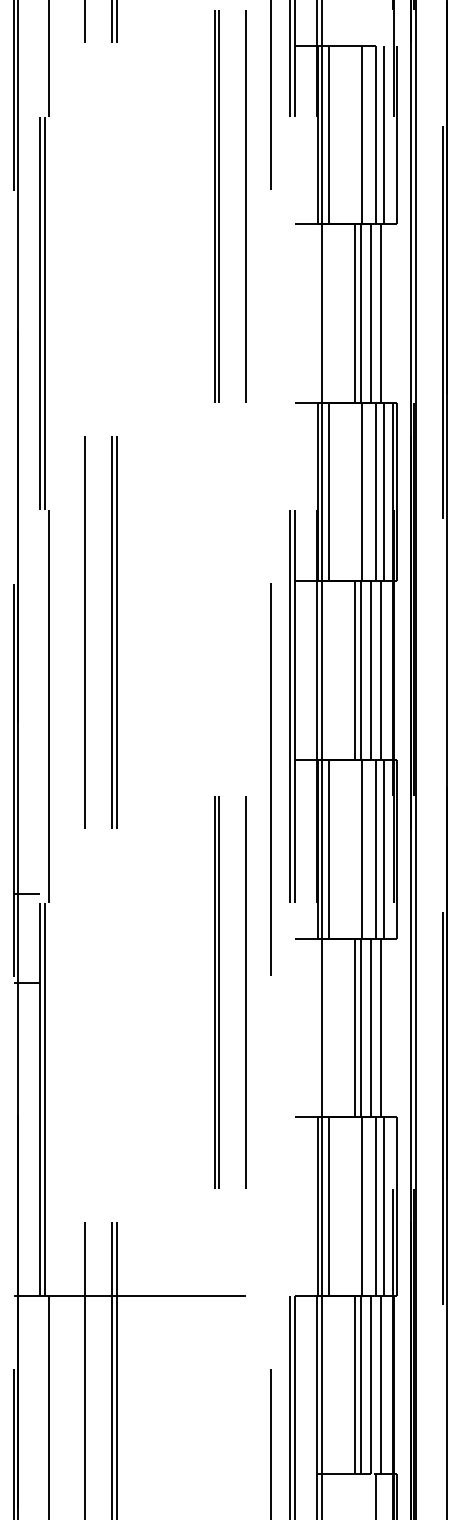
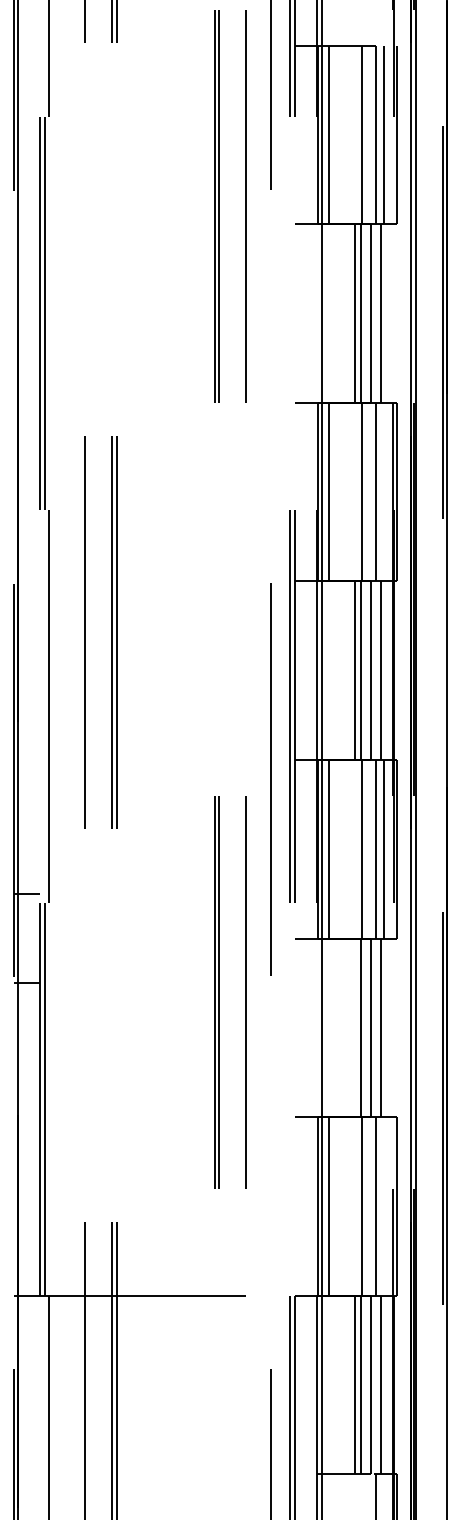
line at (384, 491): present -> none
line at (355, 1027): present -> none
line at (384, 1206): present -> none
